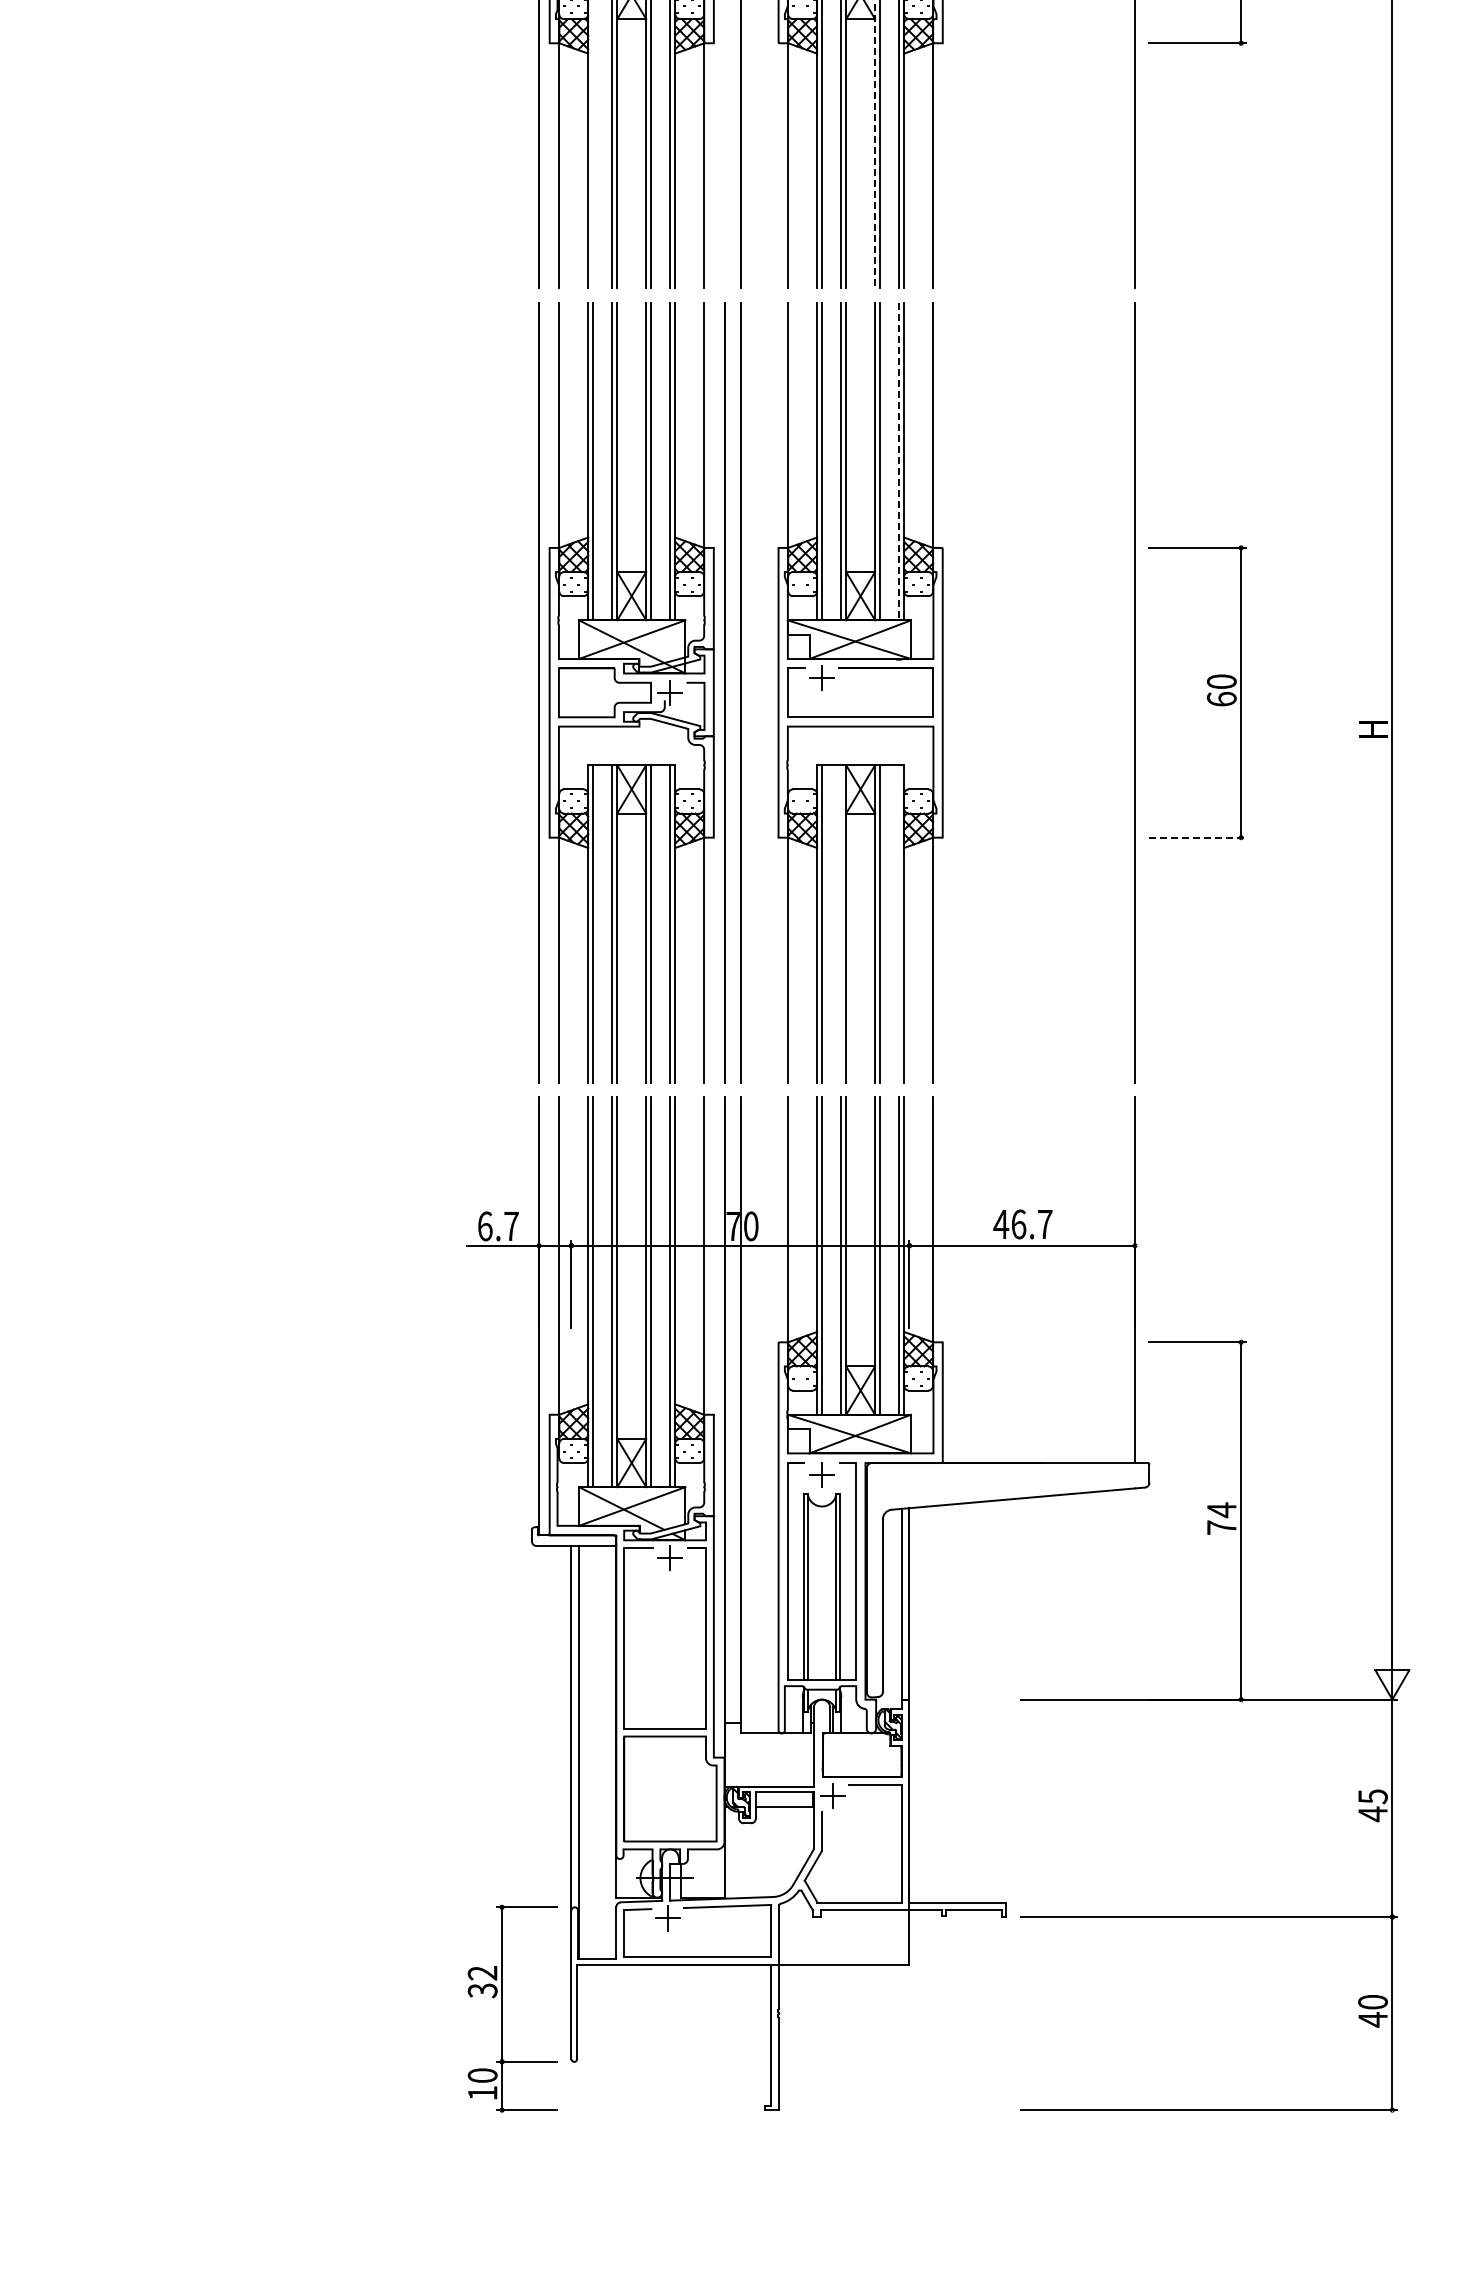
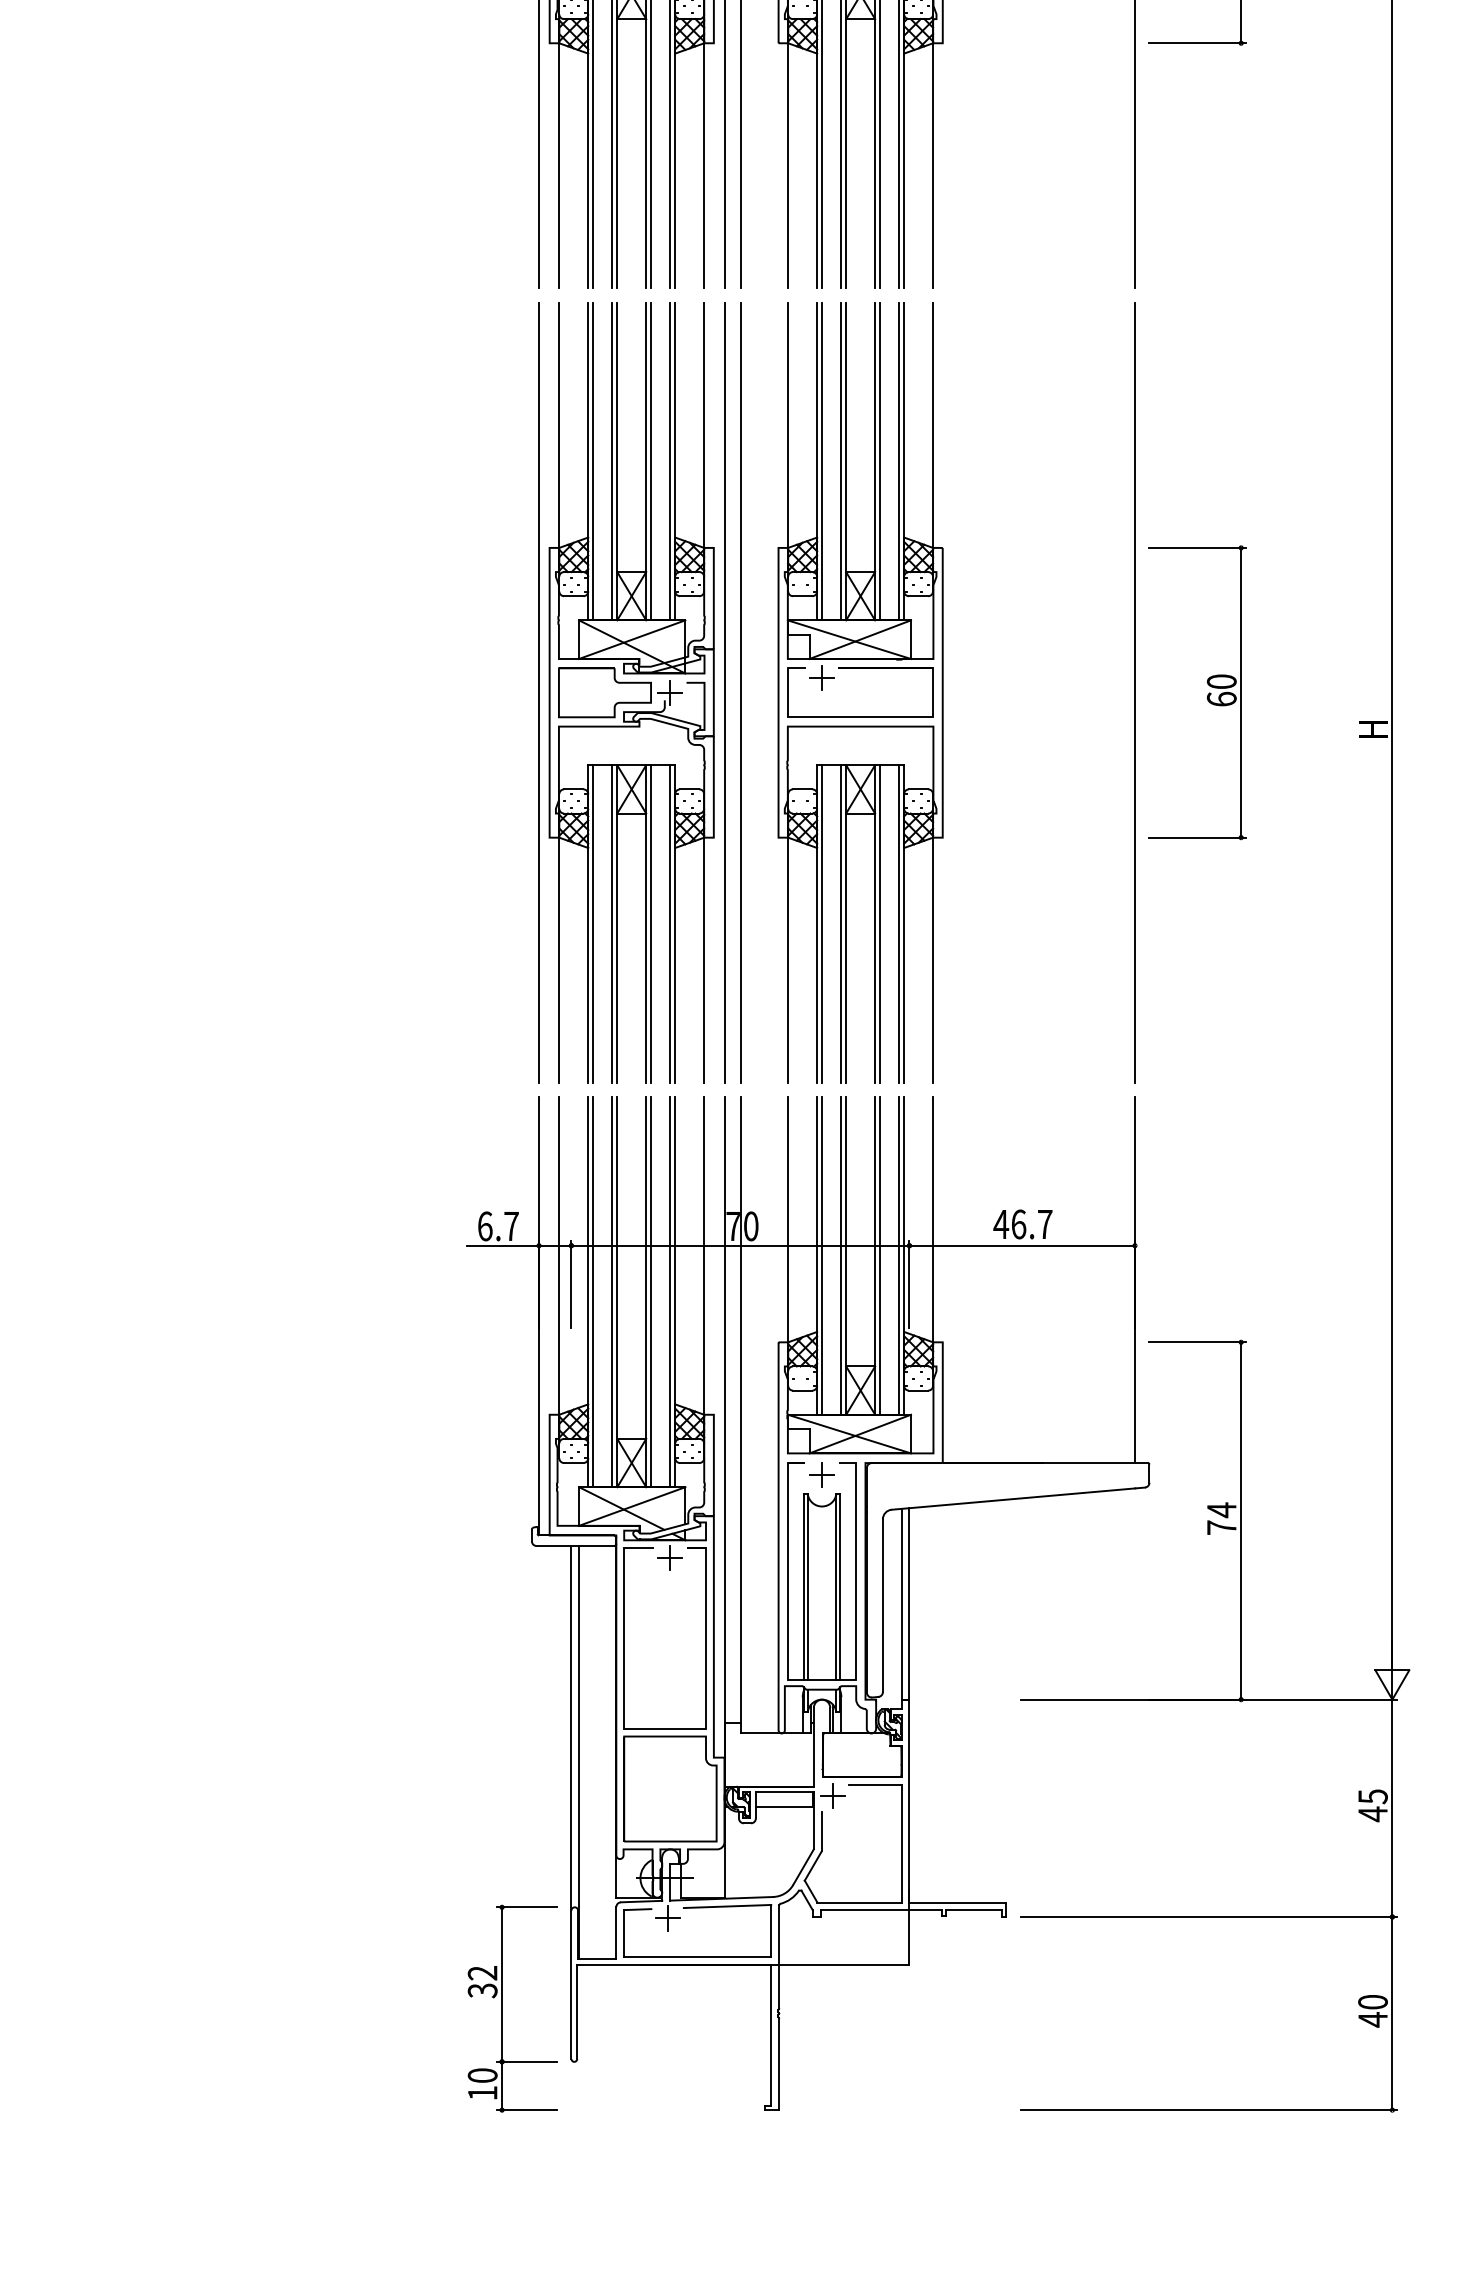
line at (875, 144): dashed -> solid
line at (593, 145): none -> present
line at (724, 145): none -> present
line at (899, 461): dashed -> solid
line at (1198, 837): dashed -> solid
line at (841, 923): none -> present
line at (899, 923): none -> present
